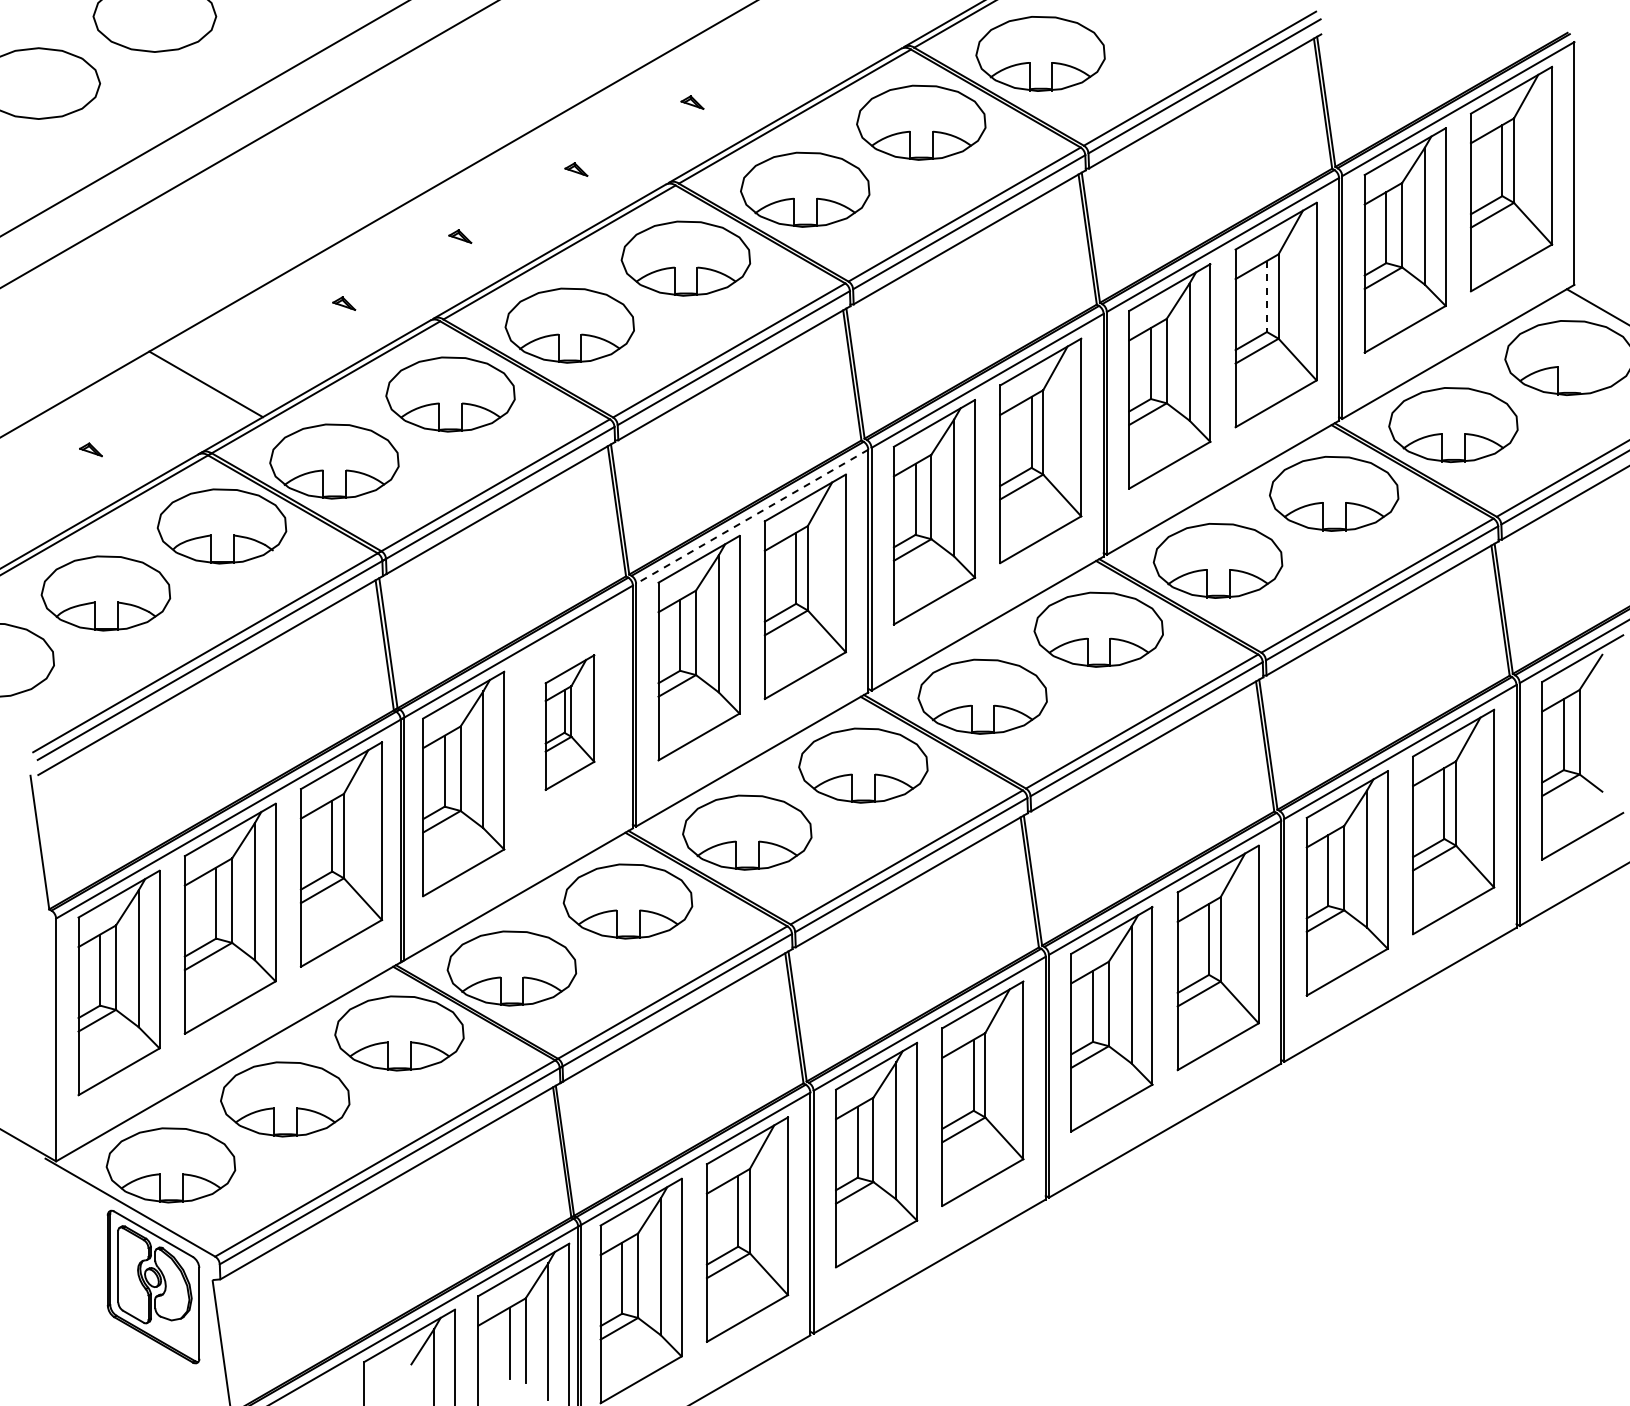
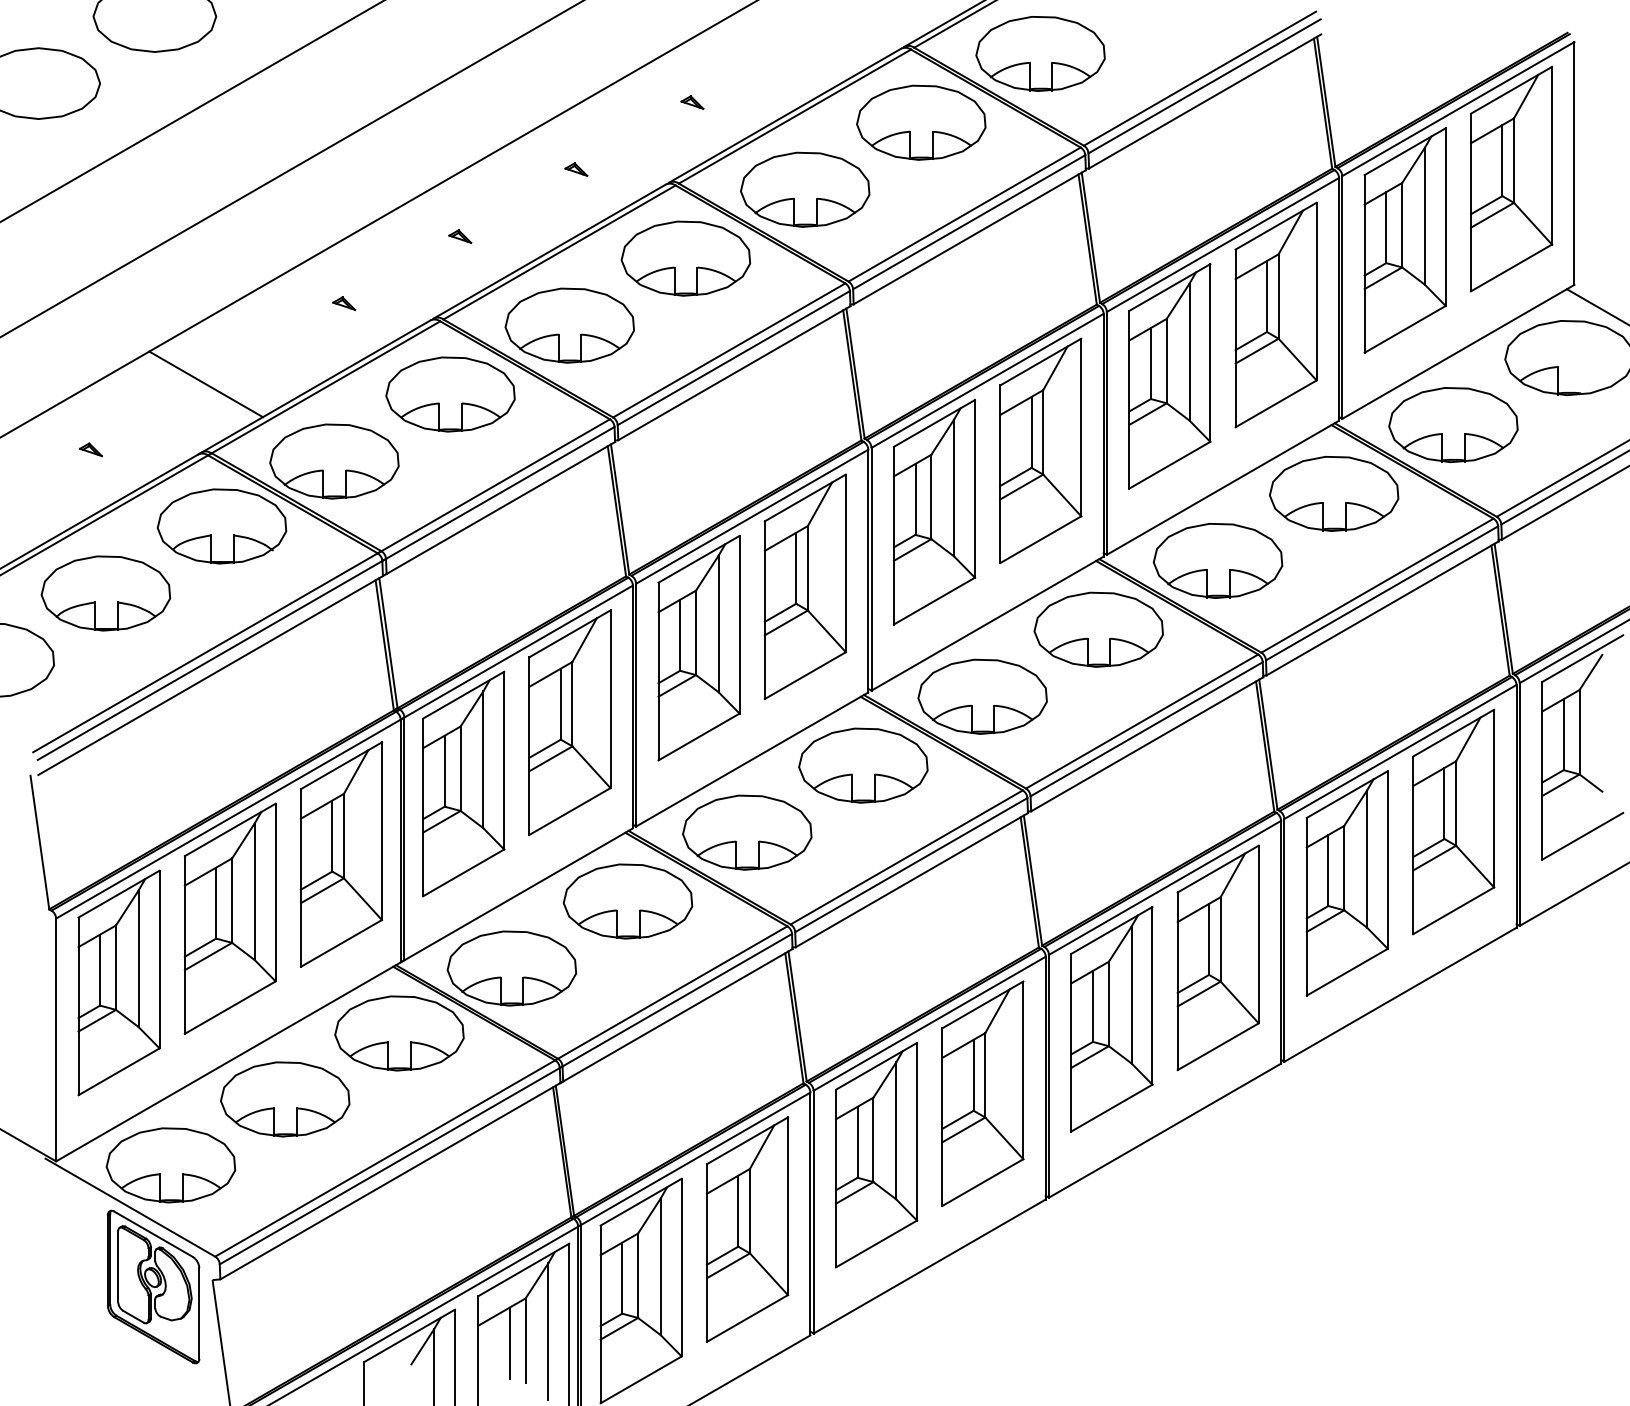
line at (204, 118) position: (204, 118) -> (191, 111)
line at (248, 144) position: (248, 144) -> (291, 168)
line at (1266, 297): dashed -> solid
line at (751, 517): dashed -> solid
part at (569, 722) size: 52x137 px -> 84x227 px
